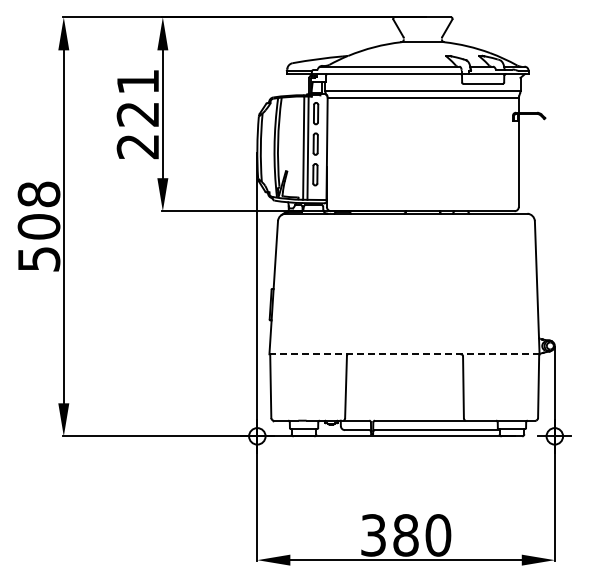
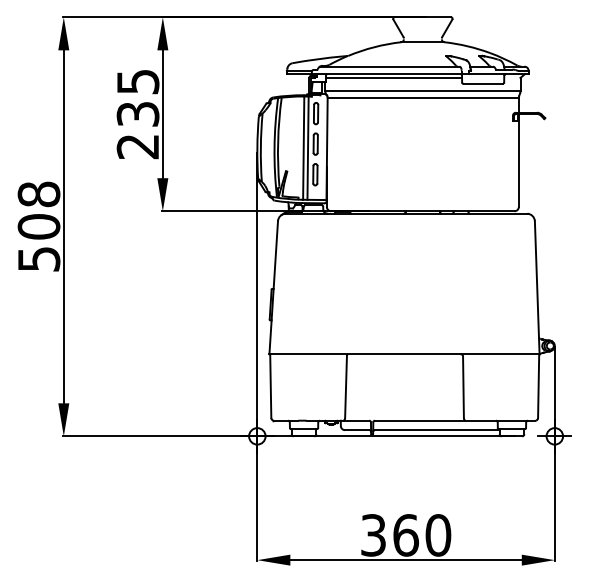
line at (394, 78): none -> present
text at (138, 98): 221 -> 235
line at (405, 354): dashed -> solid
text at (405, 535): 380 -> 360
